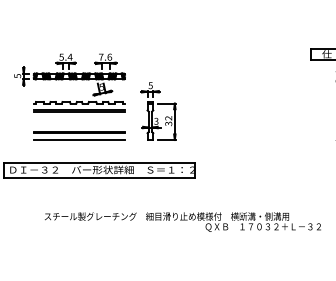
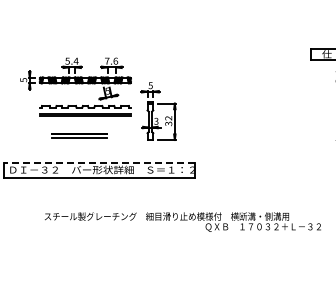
part at (69, 82) position: (69, 82) -> (75, 86)
part at (79, 135) size: 93x10 px -> 57x6 px
line at (98, 162): solid -> dashed
